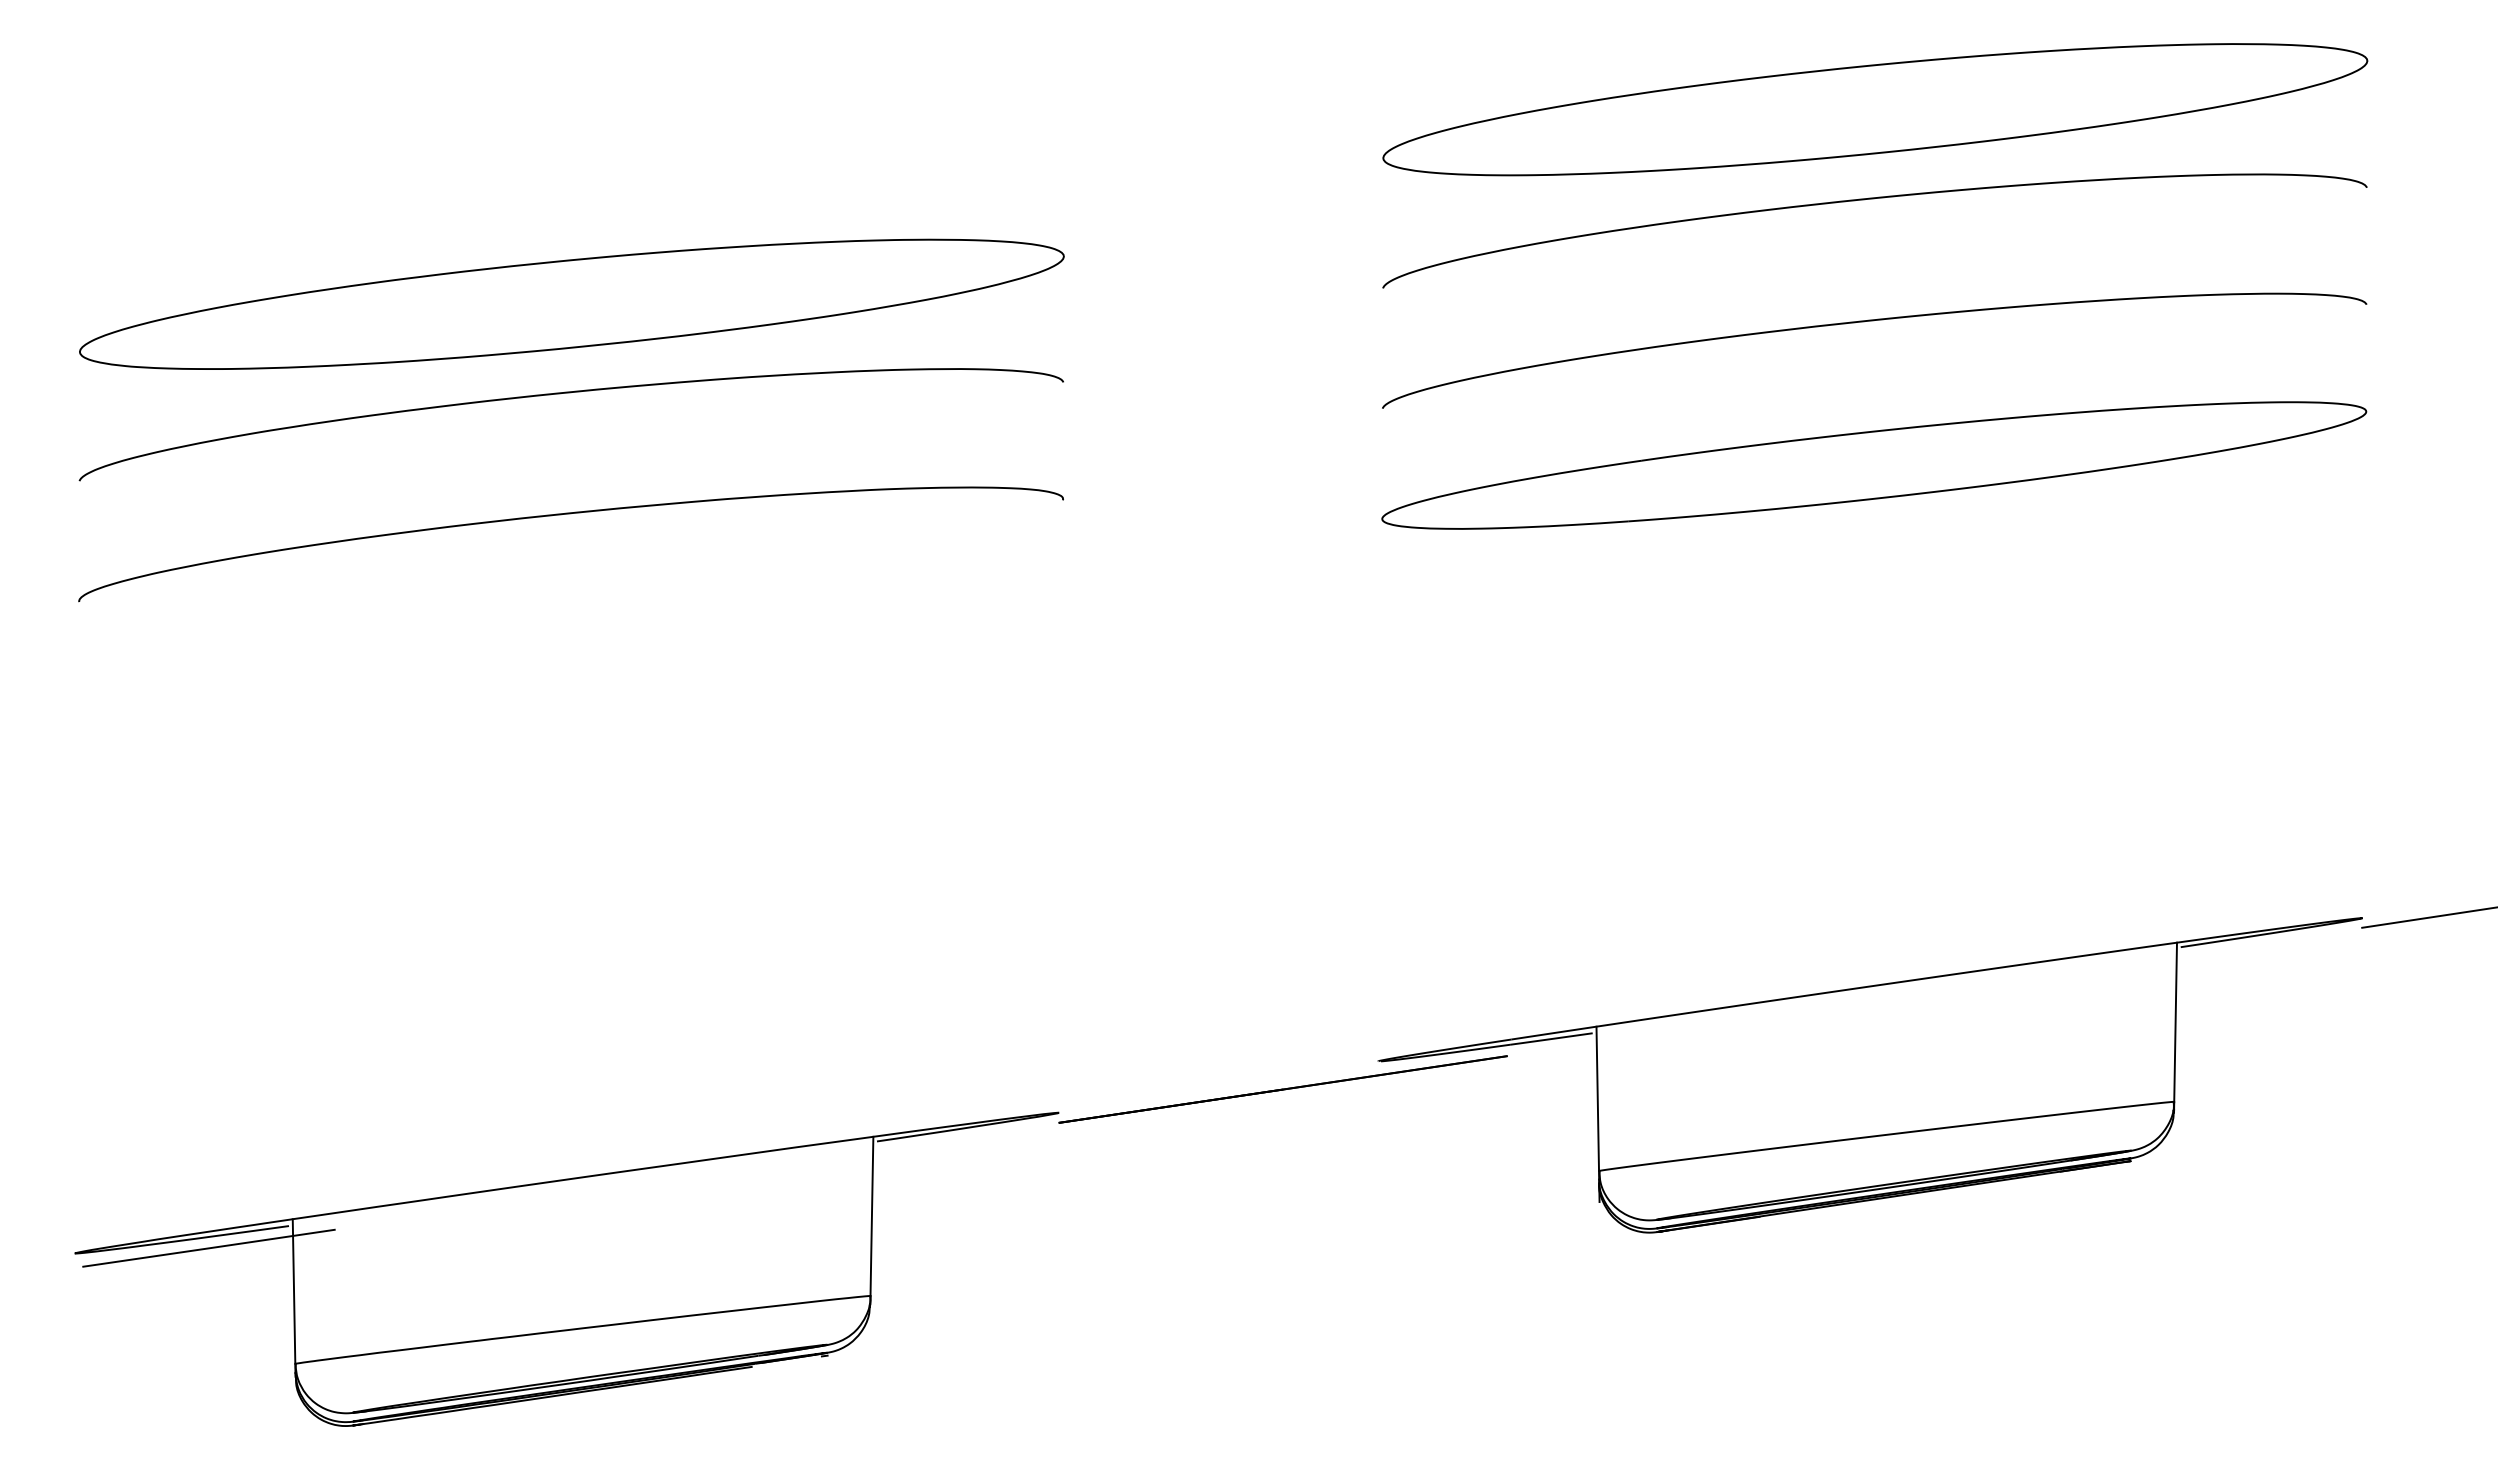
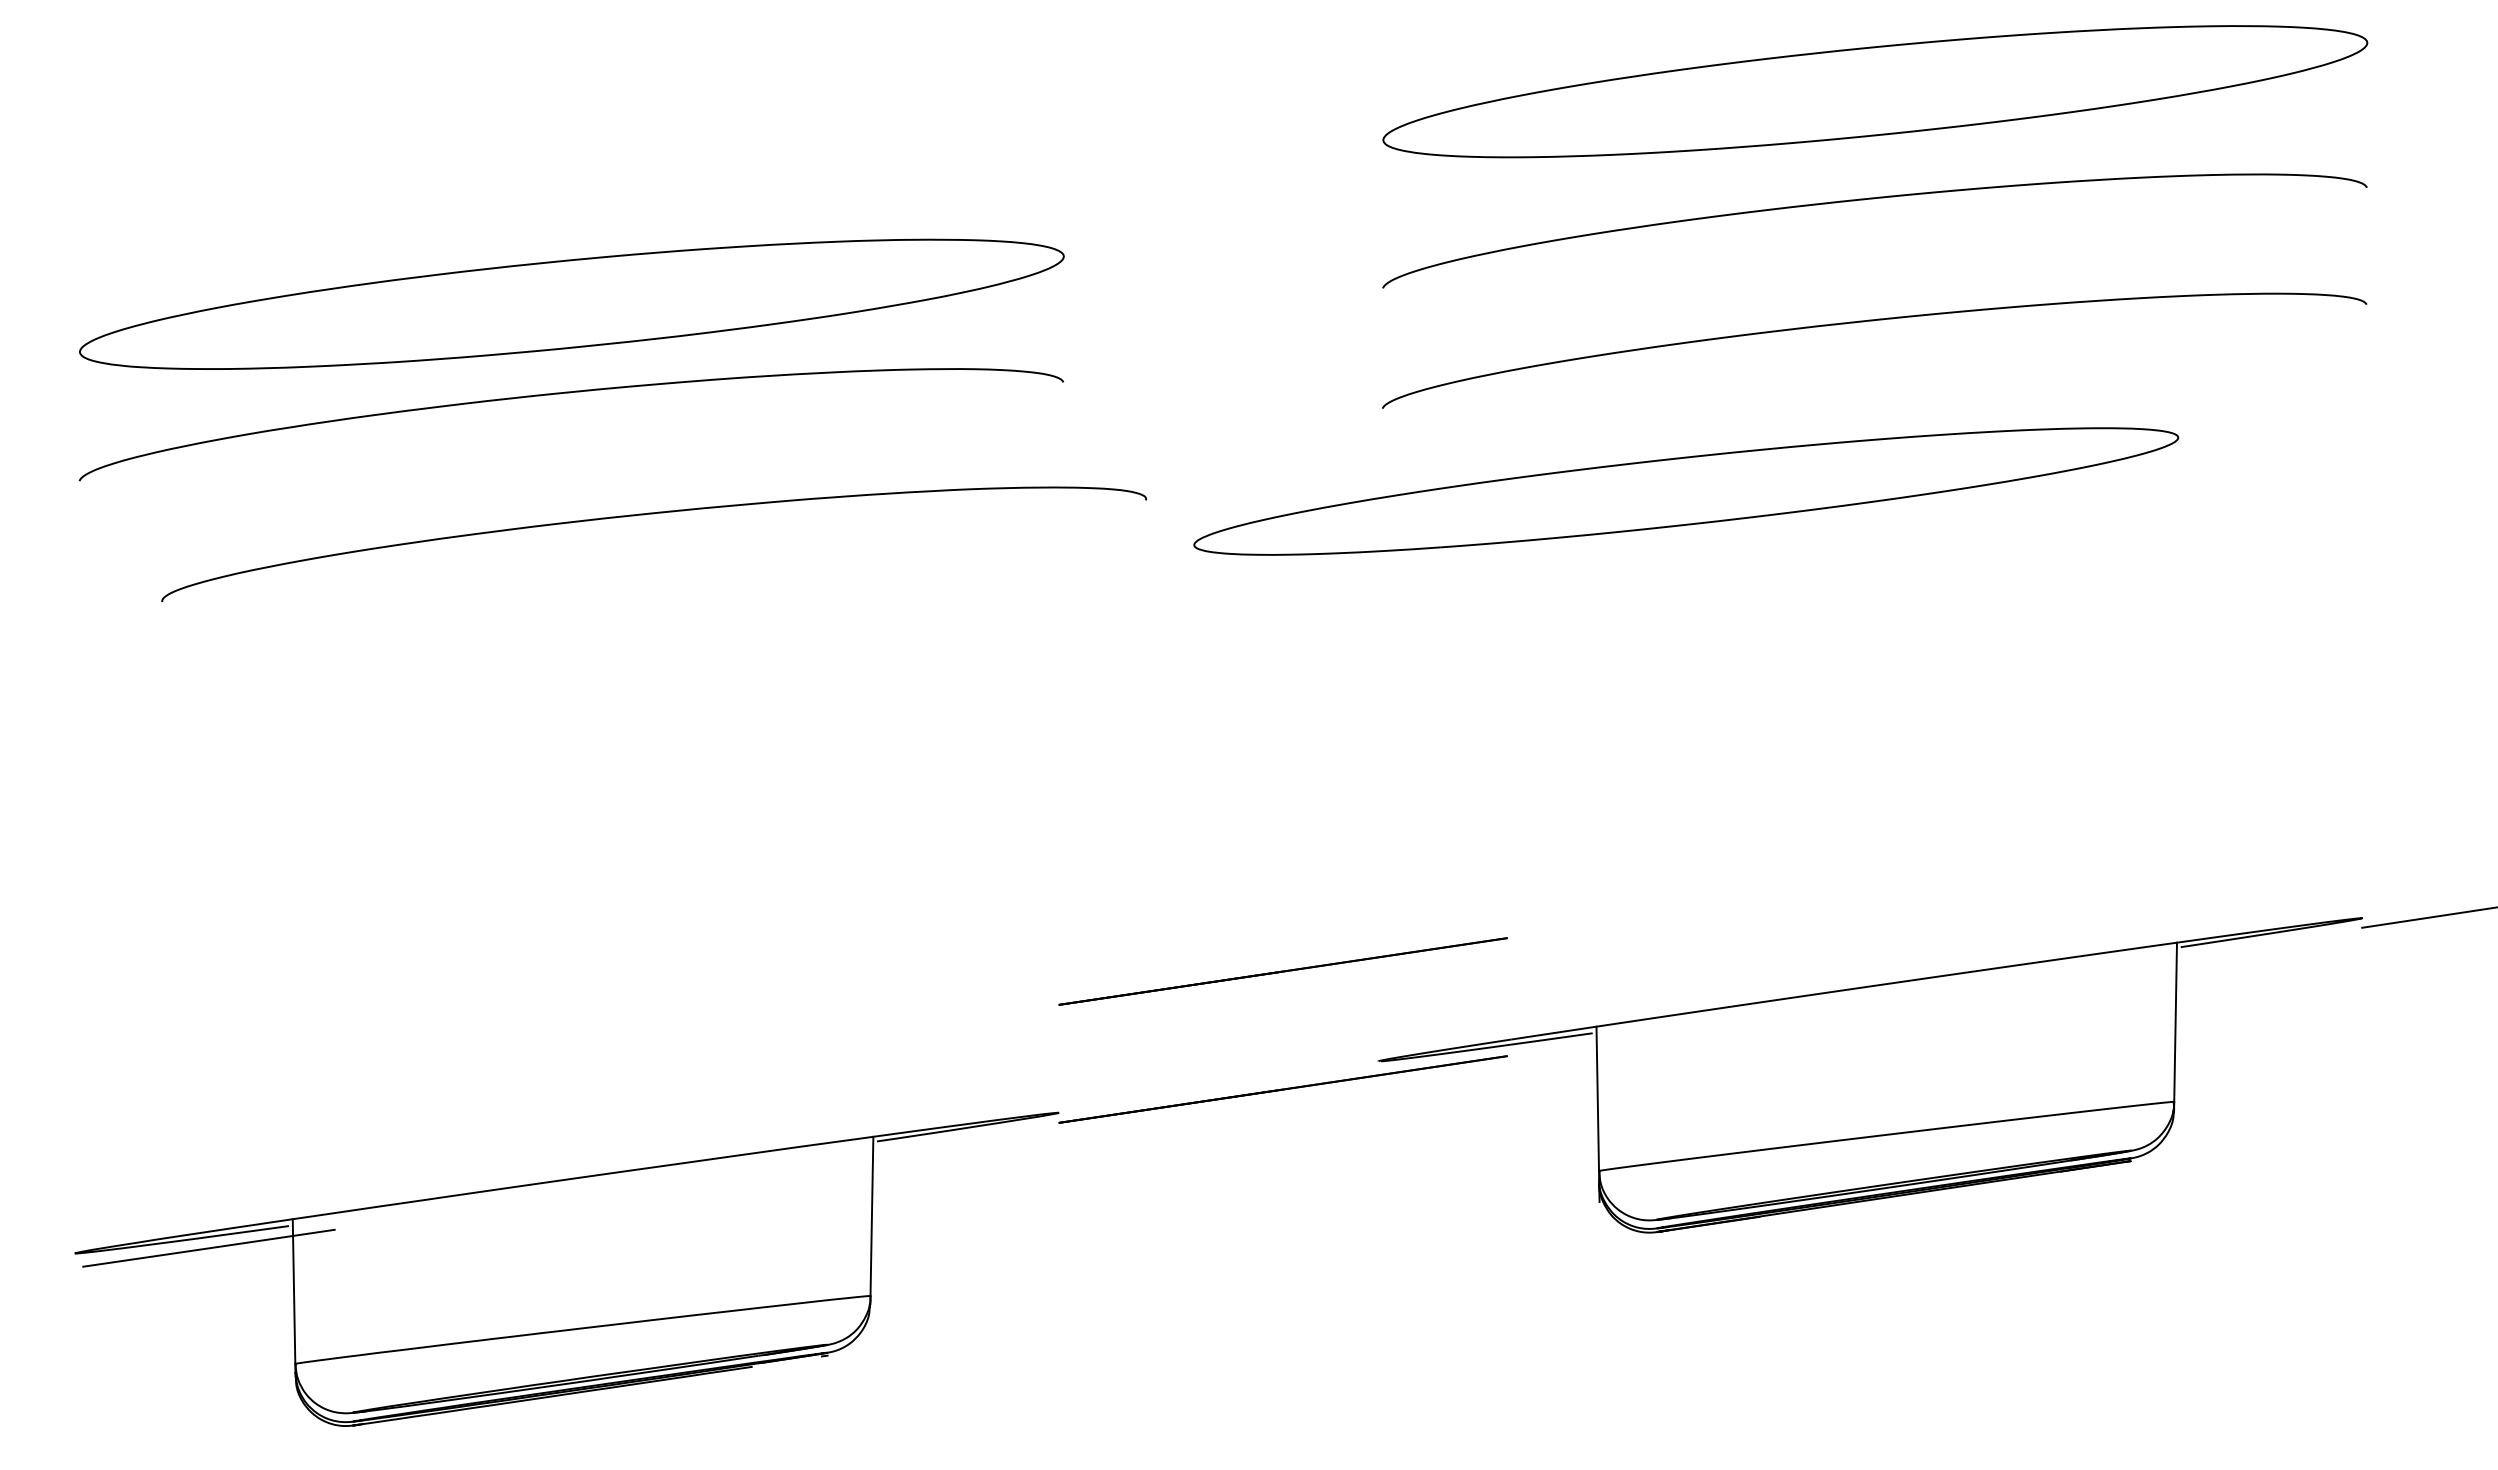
part at (1875, 109) position: (1875, 109) -> (1875, 91)
part at (1874, 465) position: (1874, 465) -> (1686, 491)
curve at (570, 514) position: (570, 514) -> (653, 514)
line at (1282, 971): none -> present
